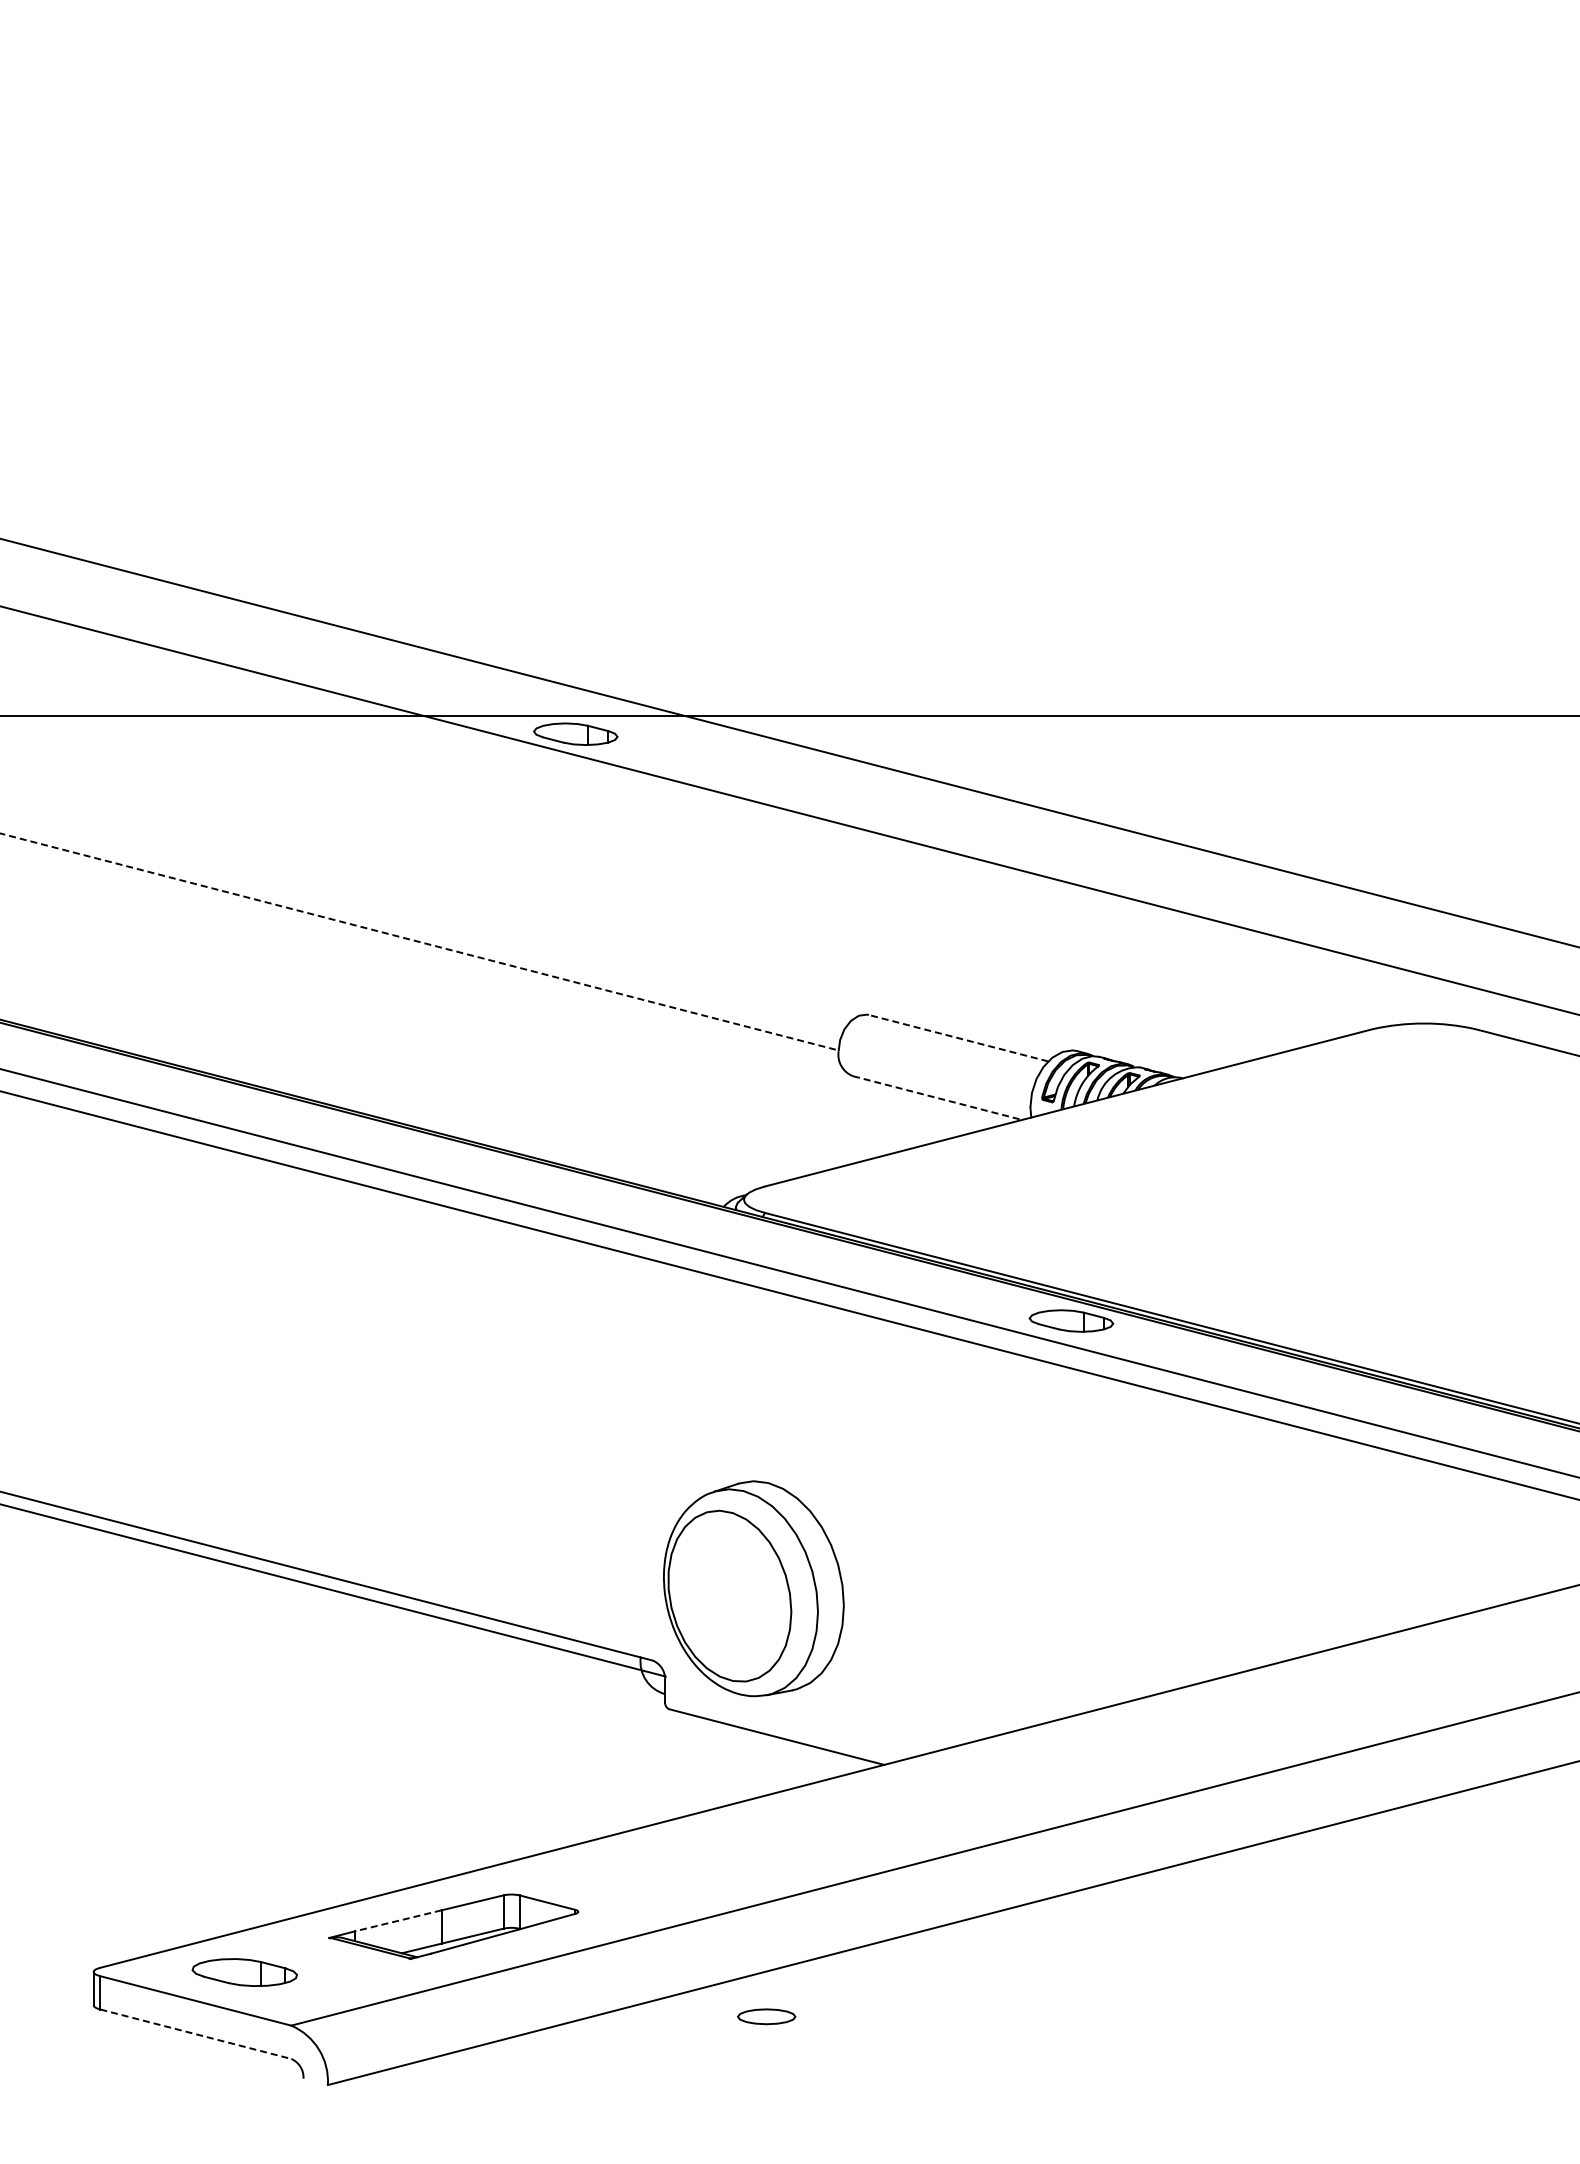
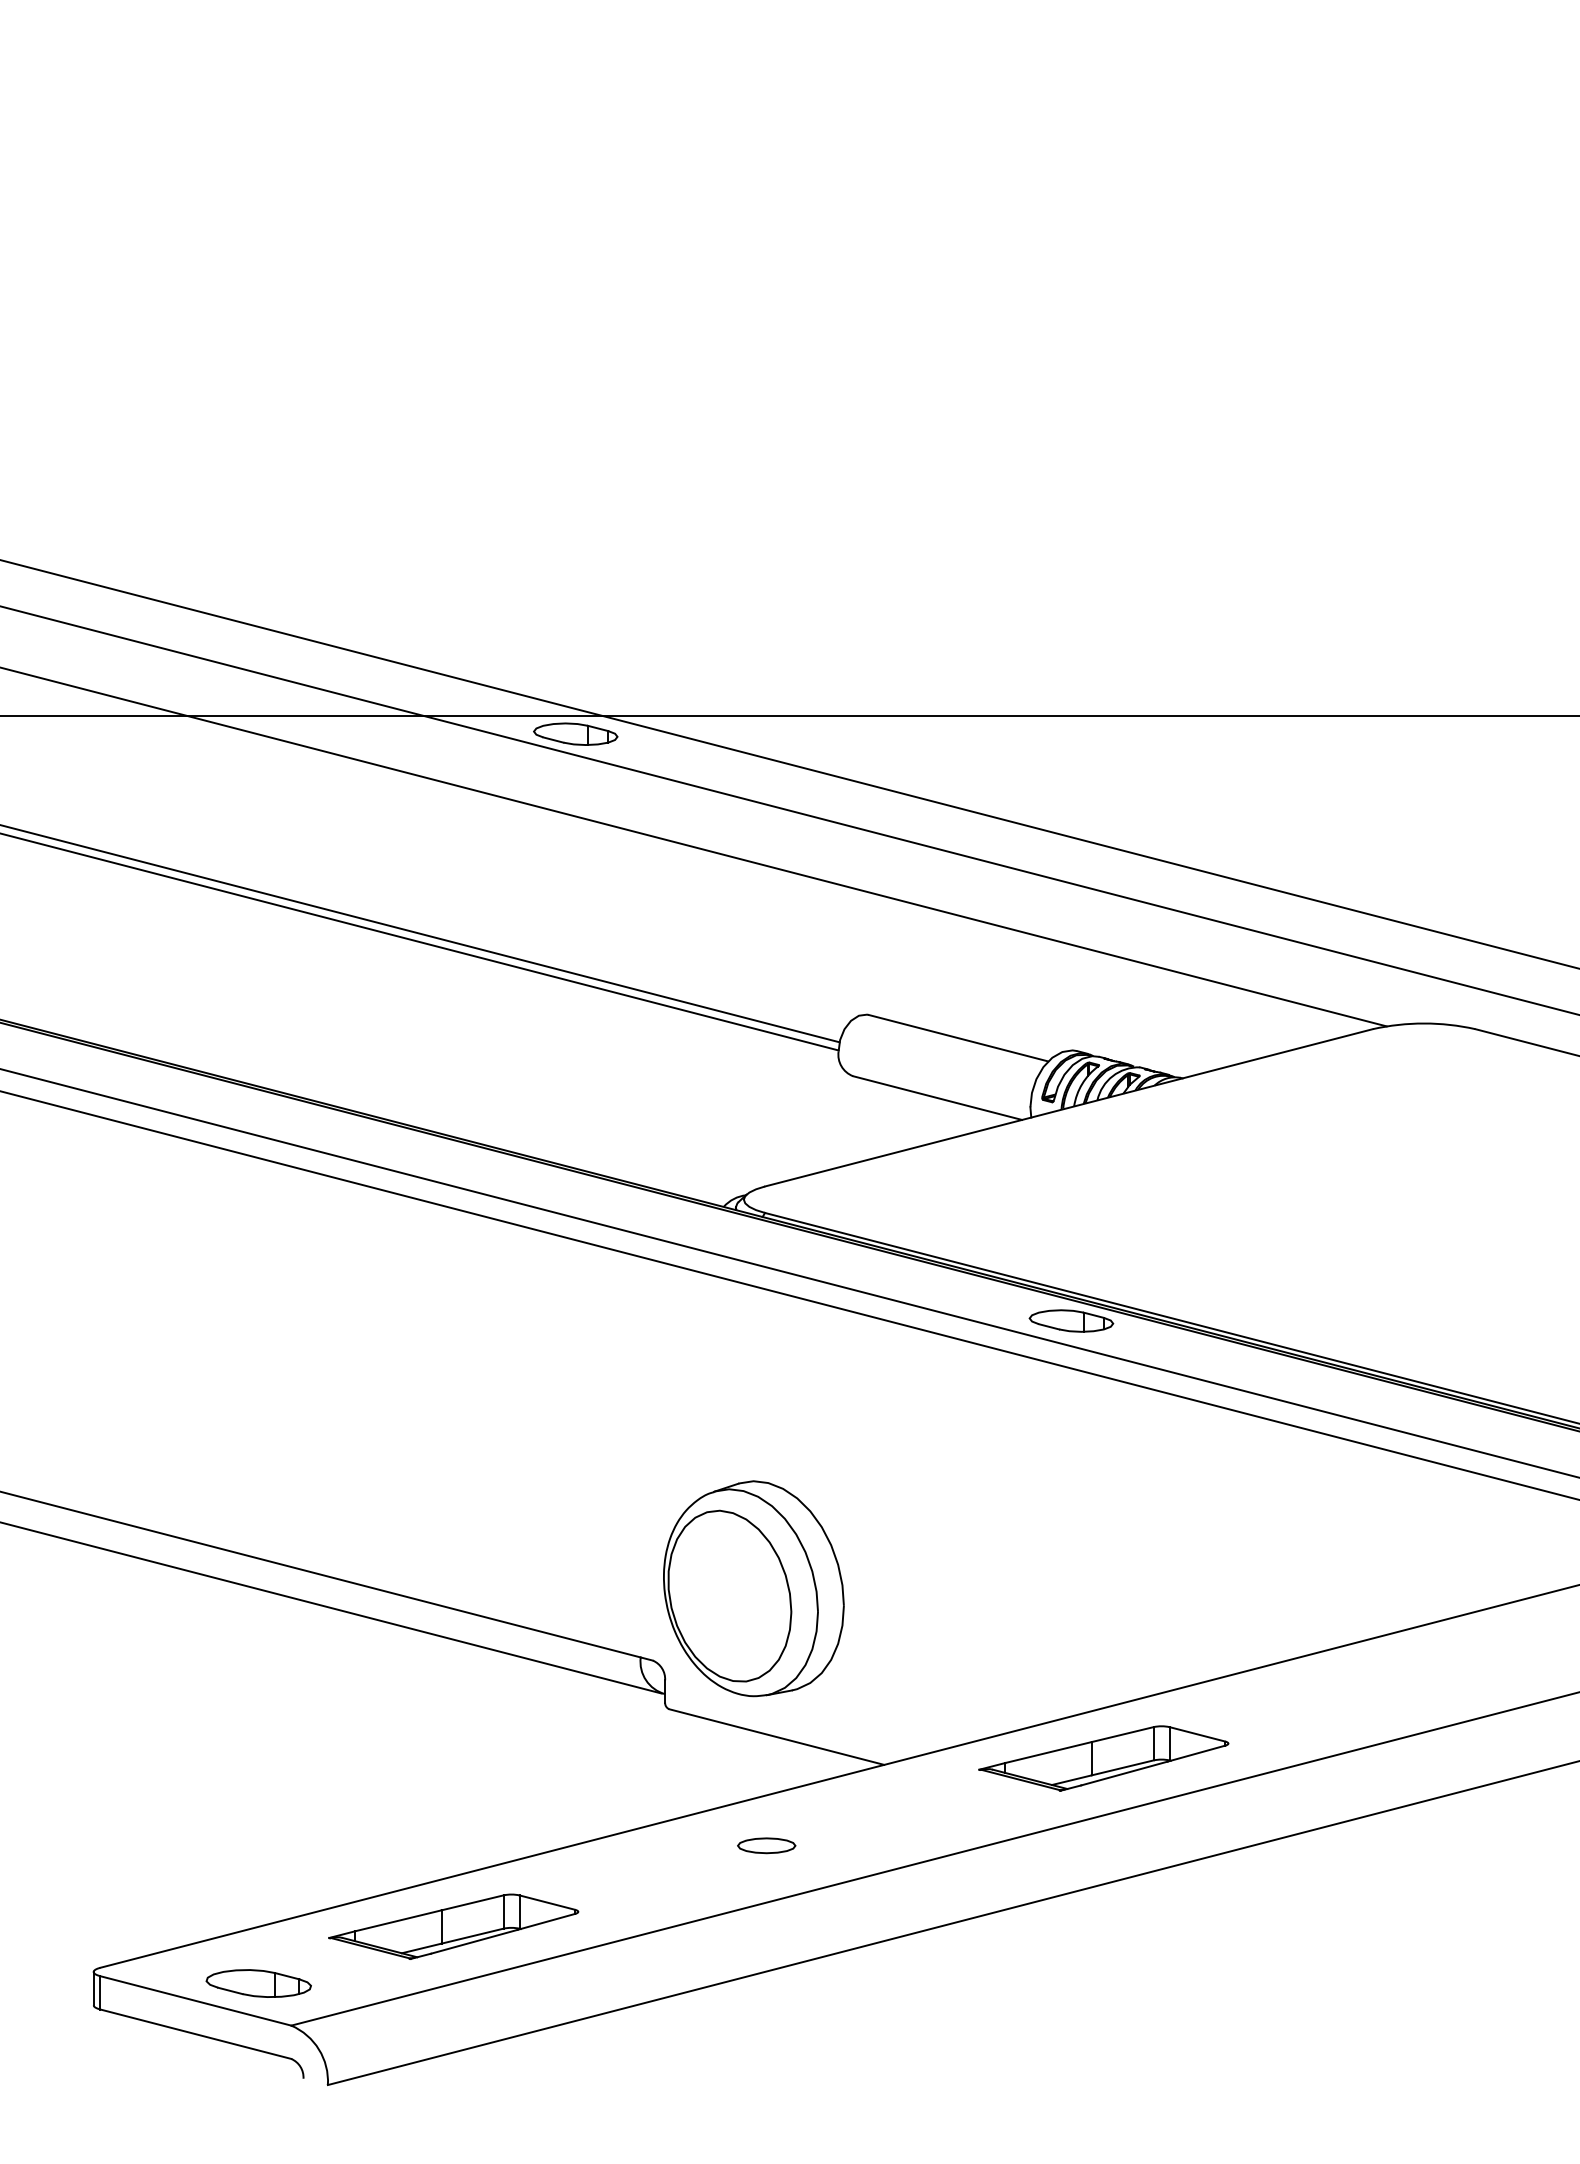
line at (789, 742) position: (789, 742) -> (789, 763)
line at (694, 847): none -> present
line at (420, 933): none -> present
line at (419, 941): dashed -> solid
line at (958, 1038): dashed -> solid
line at (938, 1098): dashed -> solid
line at (333, 1590) position: (333, 1590) -> (331, 1607)
part at (1103, 1758): none -> present
line at (398, 1920): dashed -> solid
part at (244, 1972) position: (244, 1972) -> (258, 1983)
part at (766, 2016) position: (766, 2016) -> (766, 1845)
line at (195, 2034): dashed -> solid
